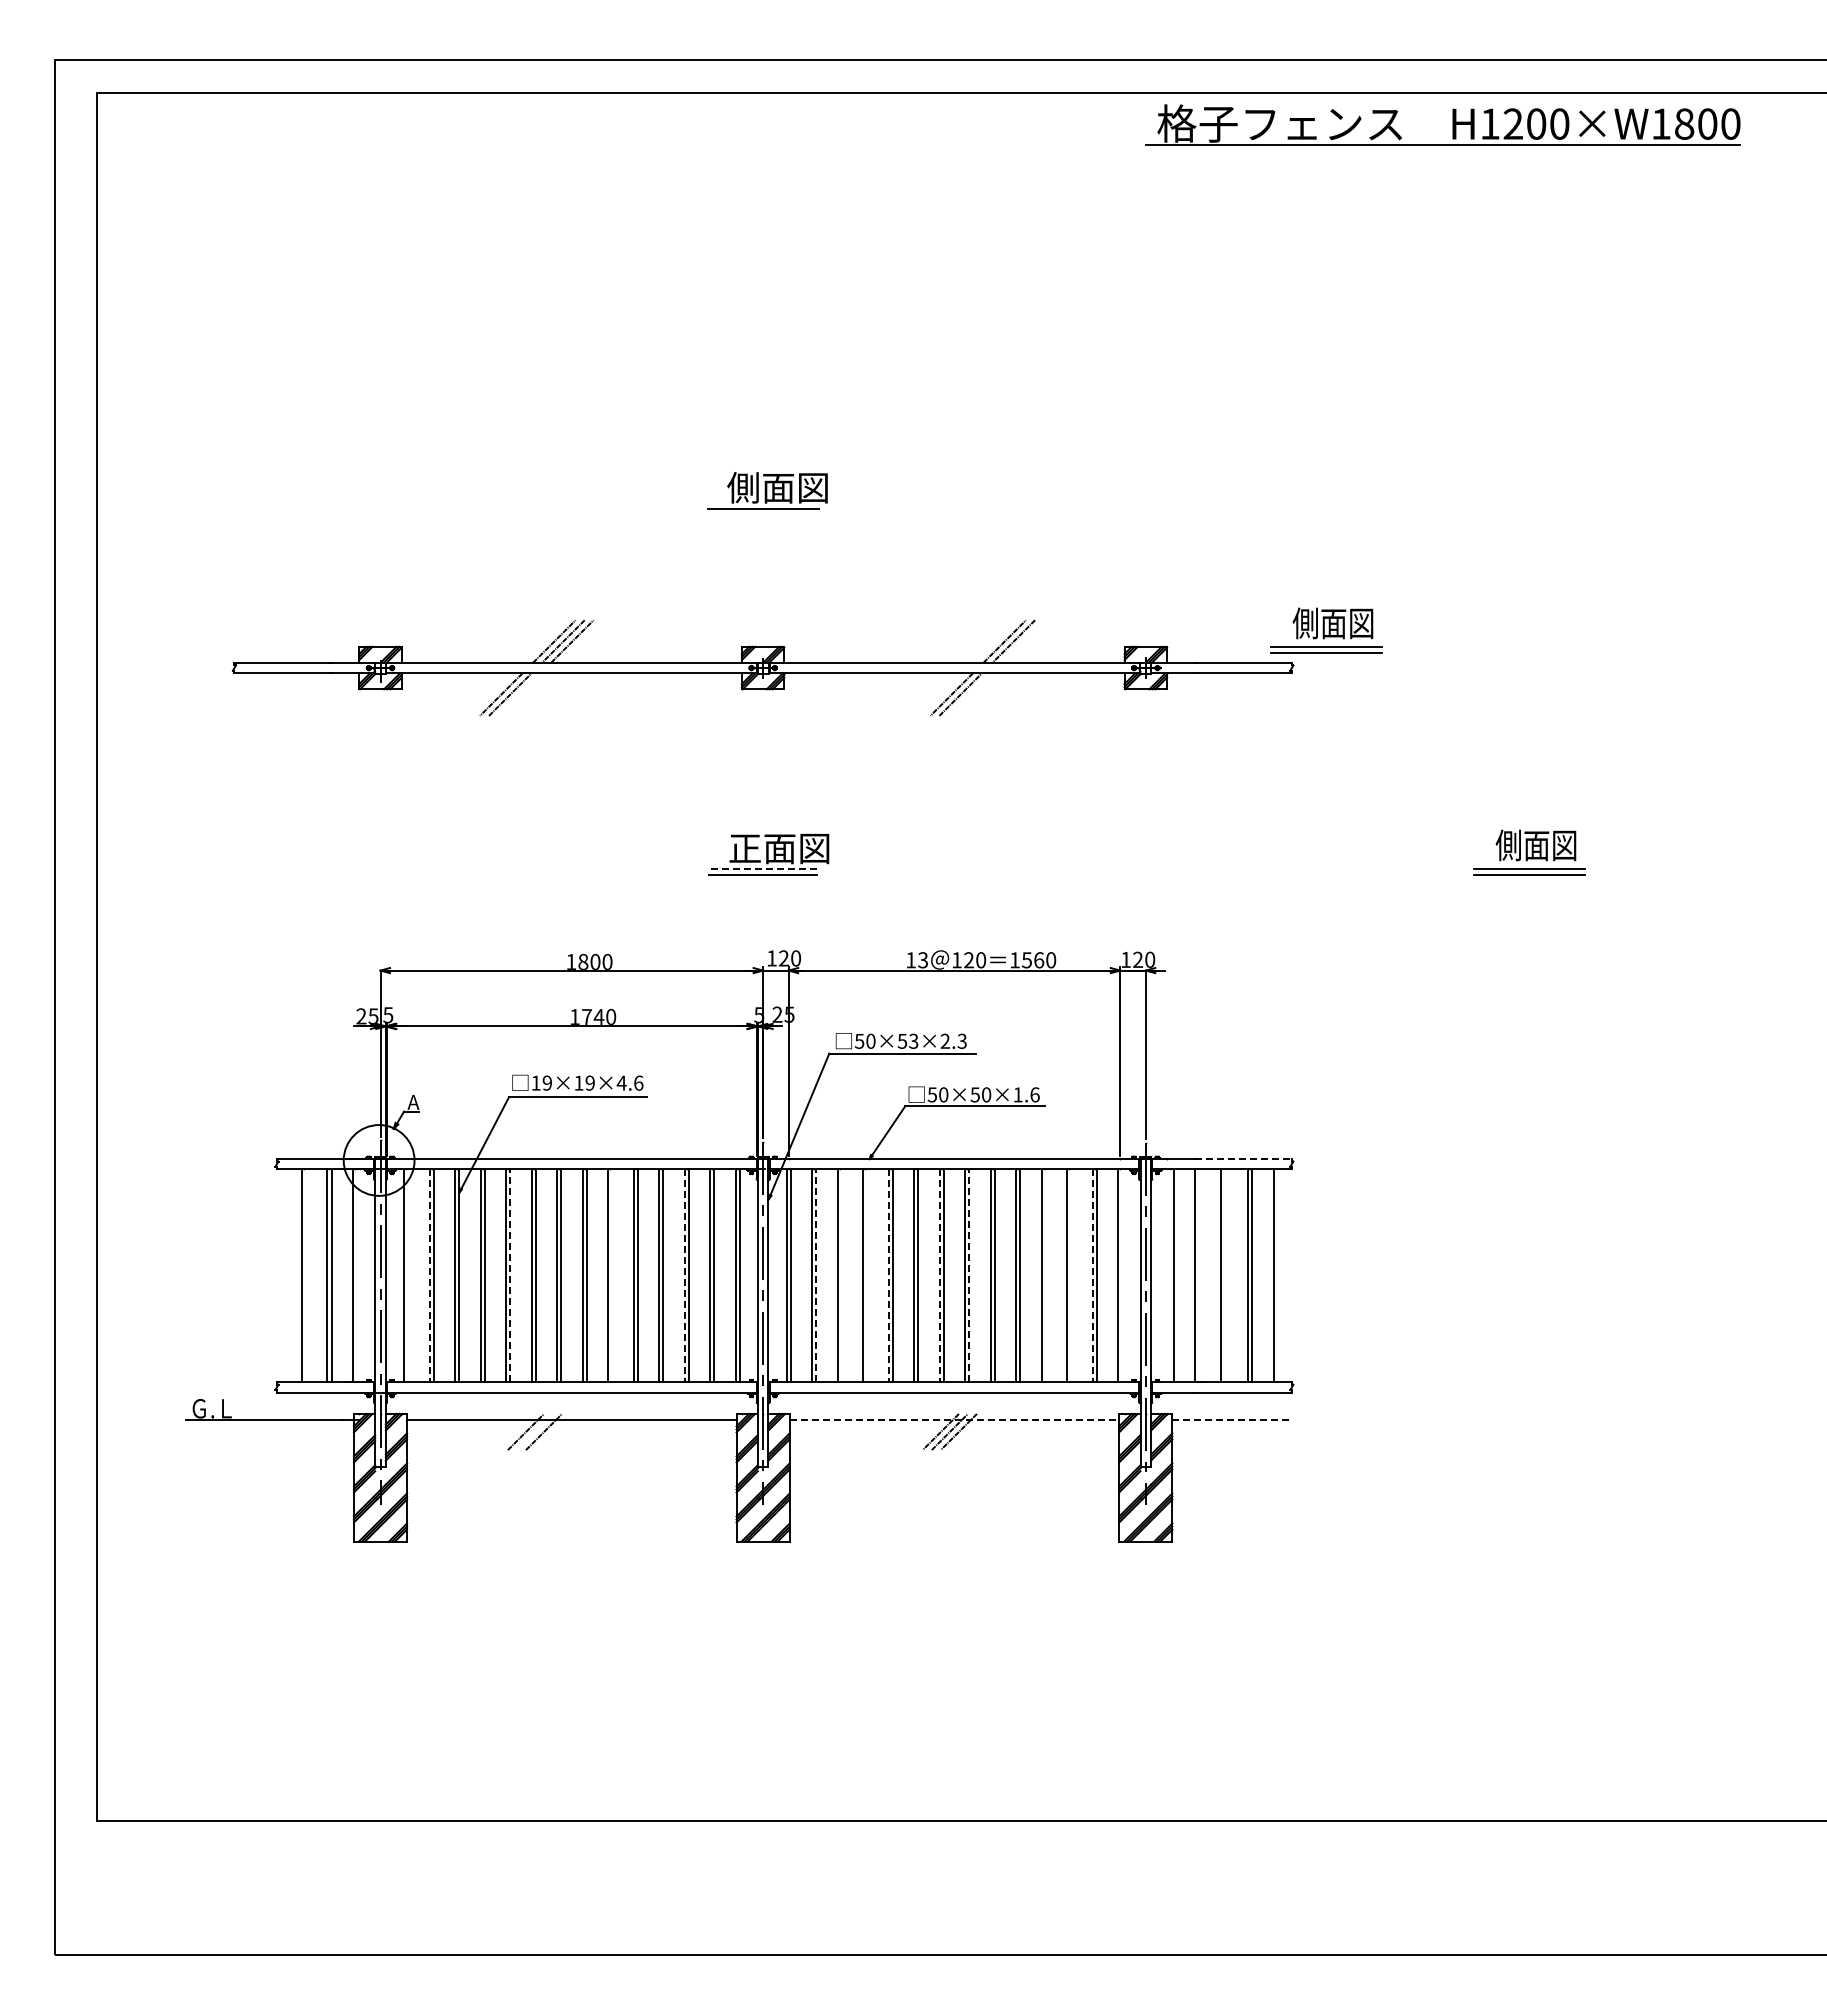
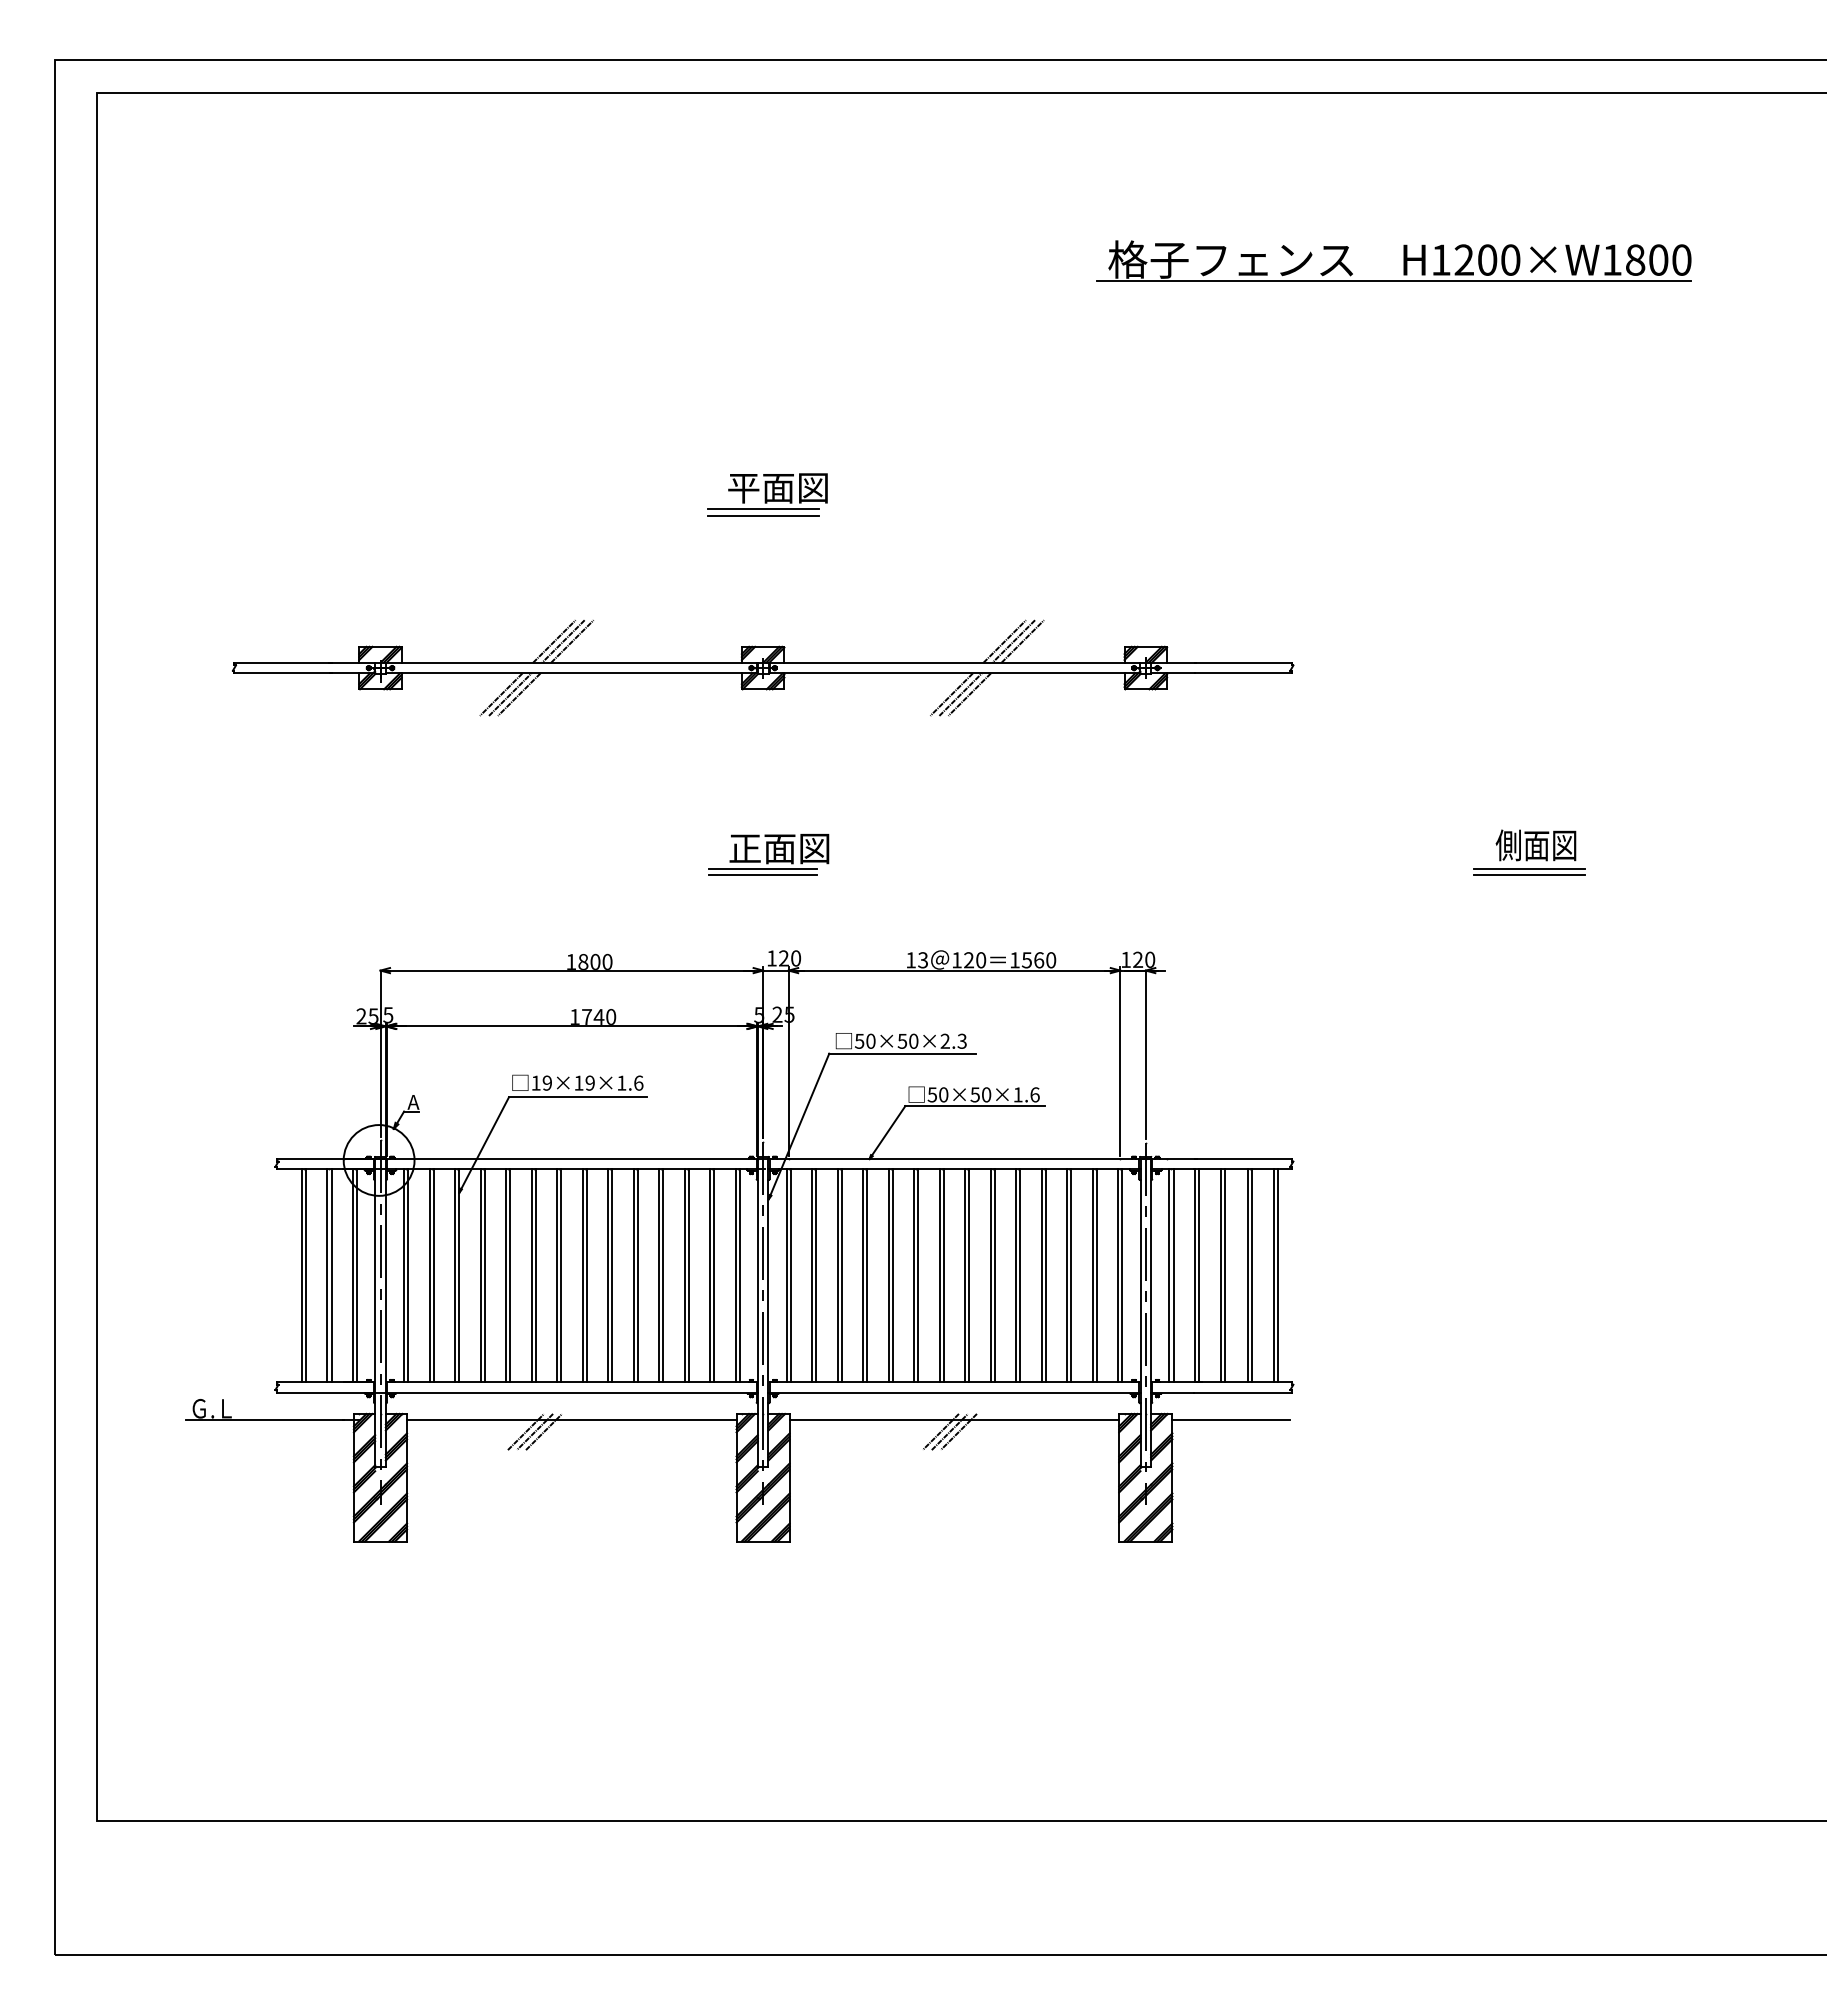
part at (1452, 124) position: (1452, 124) -> (1403, 260)
text at (743, 487): 側面図 -> 平面図
line at (762, 515): none -> present
part at (1326, 630): present -> none
line at (1022, 641): none -> present
line at (519, 694): none -> present
line at (969, 694): none -> present
line at (763, 869): dashed -> solid
text at (913, 1040): 50×53×2.3 -> 50×50×2.3
text at (621, 1082): 19×19×4.6 -> 19×19×1.6
line at (1243, 1158): dashed -> solid
line at (306, 1275): none -> present
line at (357, 1275): none -> present
line at (408, 1275): none -> present
line at (510, 1275): dashed -> solid
line at (612, 1275): none -> present
line at (816, 1275): dashed -> solid
line at (841, 1275): none -> present
line at (867, 1275): none -> present
line at (969, 1275): dashed -> solid
line at (1045, 1275): none -> present
line at (1071, 1275): none -> present
line at (1122, 1275): none -> present
line at (1169, 1275): none -> present
line at (1199, 1275): none -> present
line at (1224, 1275): none -> present
line at (1277, 1275): none -> present
line at (429, 1276): dashed -> solid
line at (684, 1276): dashed -> solid
line at (888, 1276): dashed -> solid
line at (939, 1276): dashed -> solid
line at (1092, 1276): dashed -> solid
line at (954, 1420): dashed -> solid
line at (1231, 1420): dashed -> solid
line at (534, 1431): none -> present
